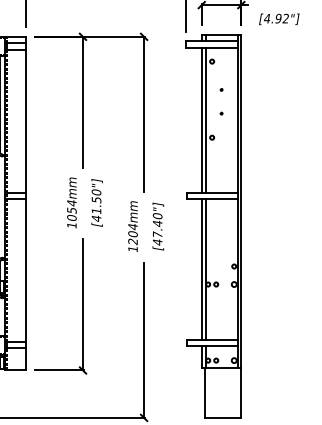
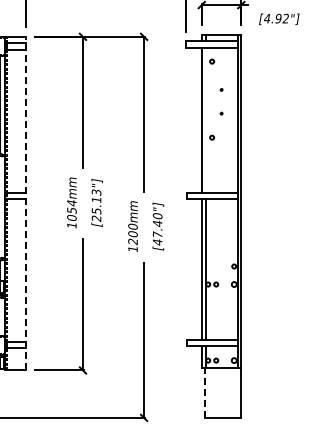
line at (205, 119): present -> none
line at (25, 203): solid -> dashed
text at (96, 205): [41.50"] -> [25.13"]
text at (132, 226): 1204mm -> 1200mm
line at (204, 393): solid -> dashed
